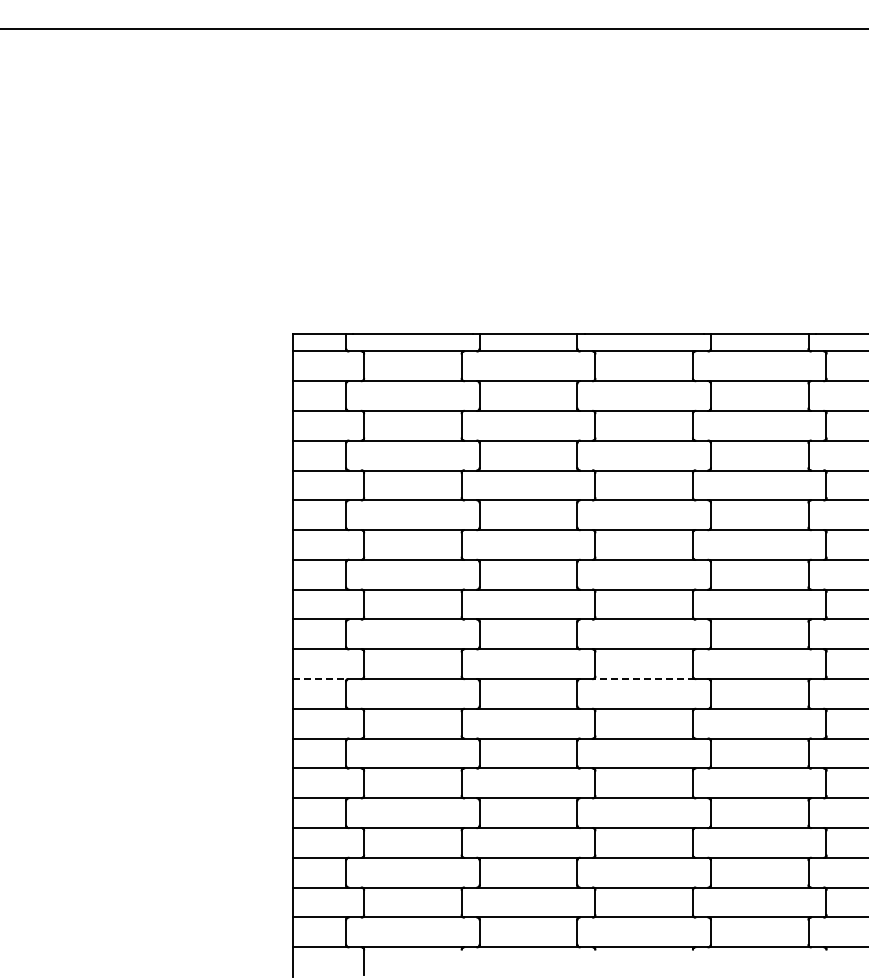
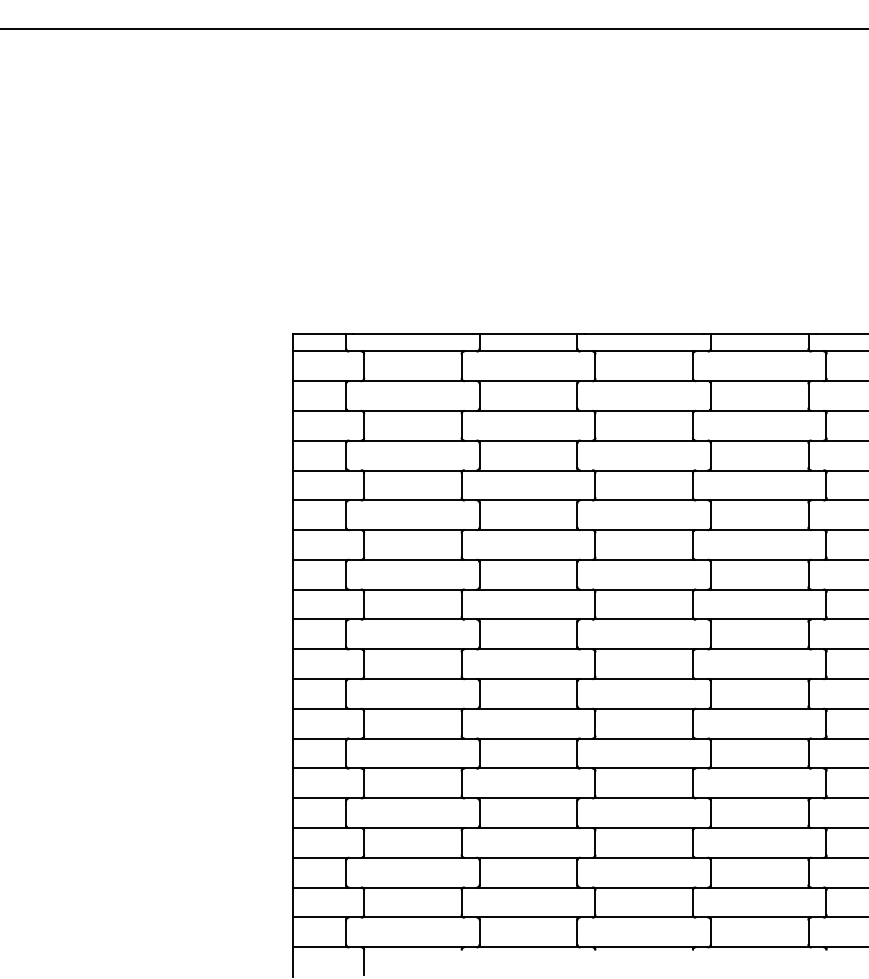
line at (320, 679): dashed -> solid
line at (643, 679): dashed -> solid
